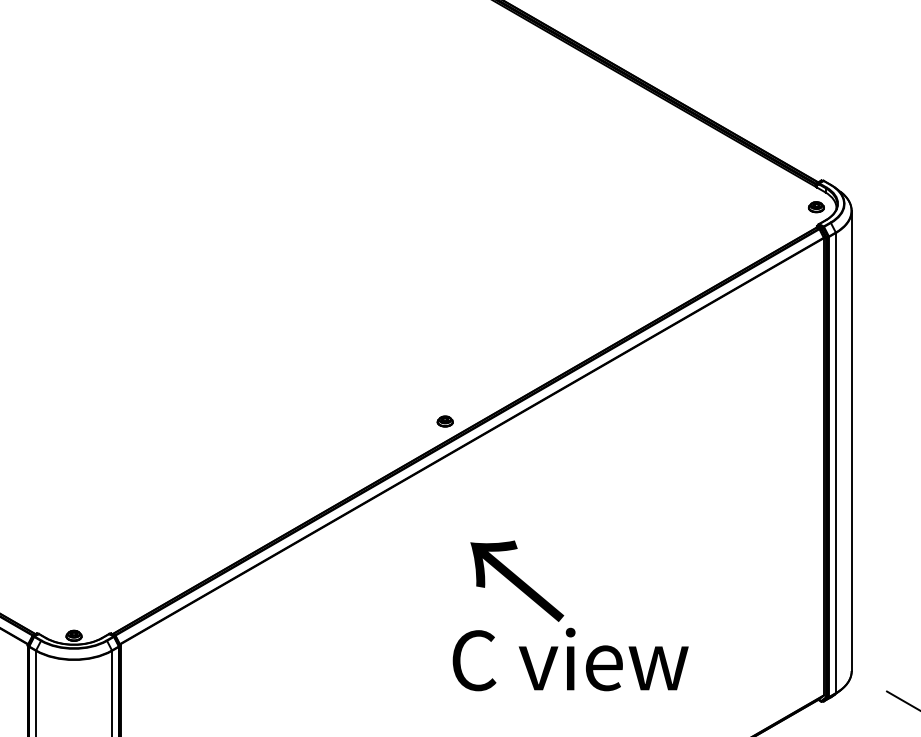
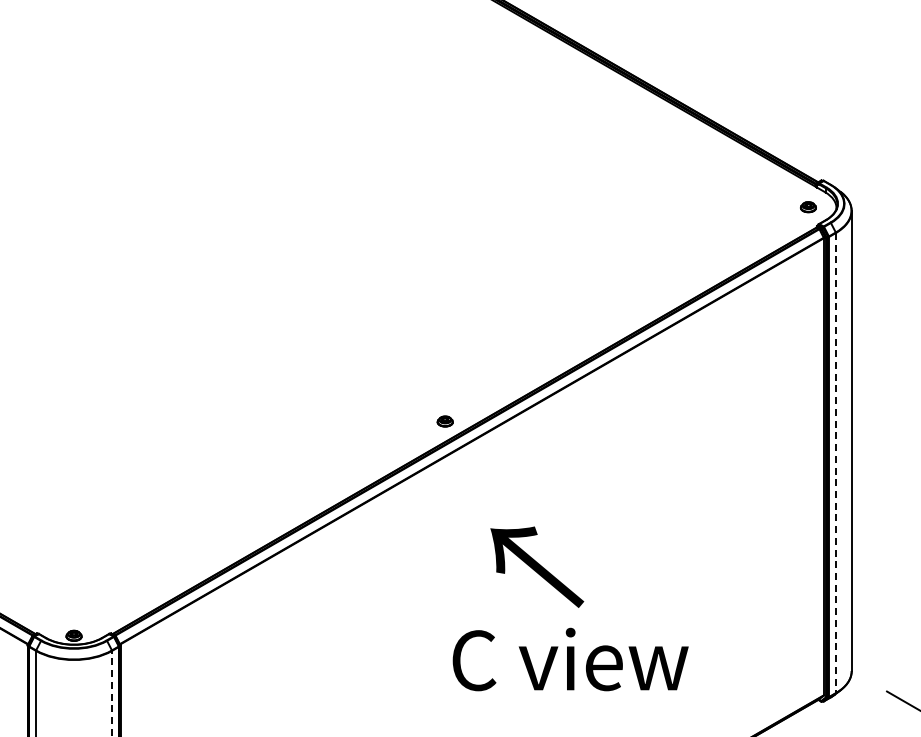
part at (816, 207) position: (816, 207) -> (808, 207)
line at (835, 463): solid -> dashed
text at (517, 580) position: (517, 580) -> (537, 566)
line at (112, 693): solid -> dashed
